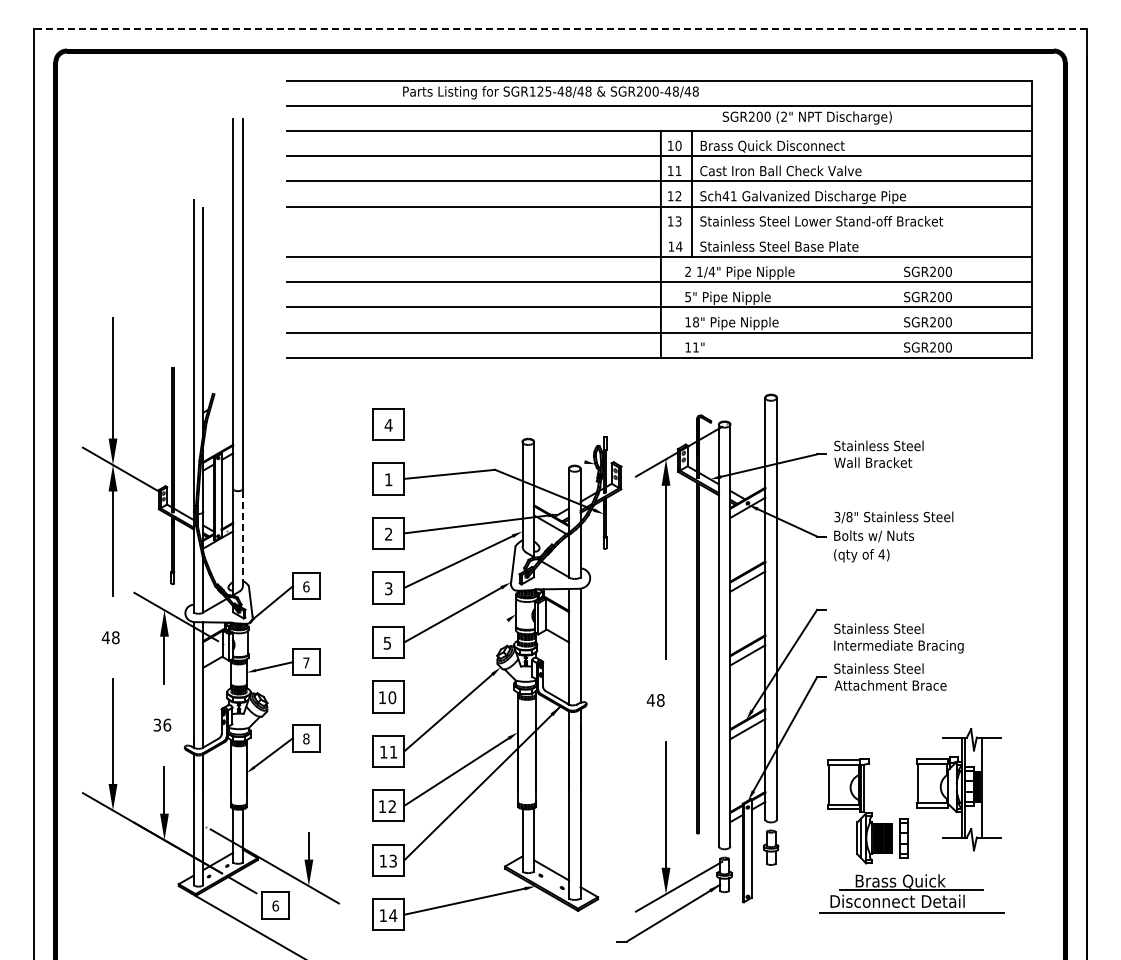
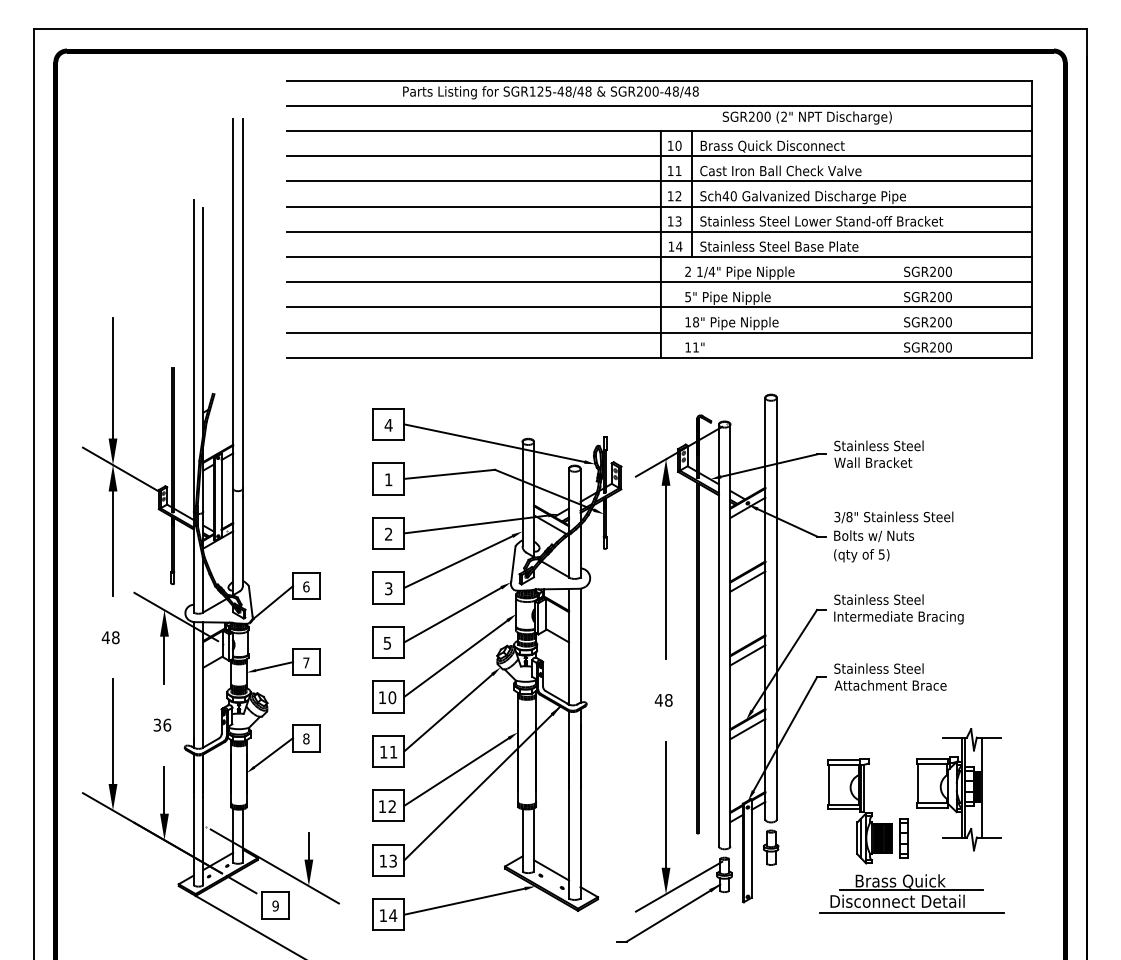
line at (560, 28): dashed -> solid
text at (733, 196): Sch41 -> Sch40
line at (659, 231): none -> present
line at (494, 442): none -> present
line at (242, 540): dashed -> solid
text at (881, 554): 4) -> 5)
text at (898, 638) position: (898, 638) -> (898, 609)
line at (455, 658): none -> present
text at (655, 700) position: (655, 700) -> (663, 700)
text at (275, 905): 6 -> 9
